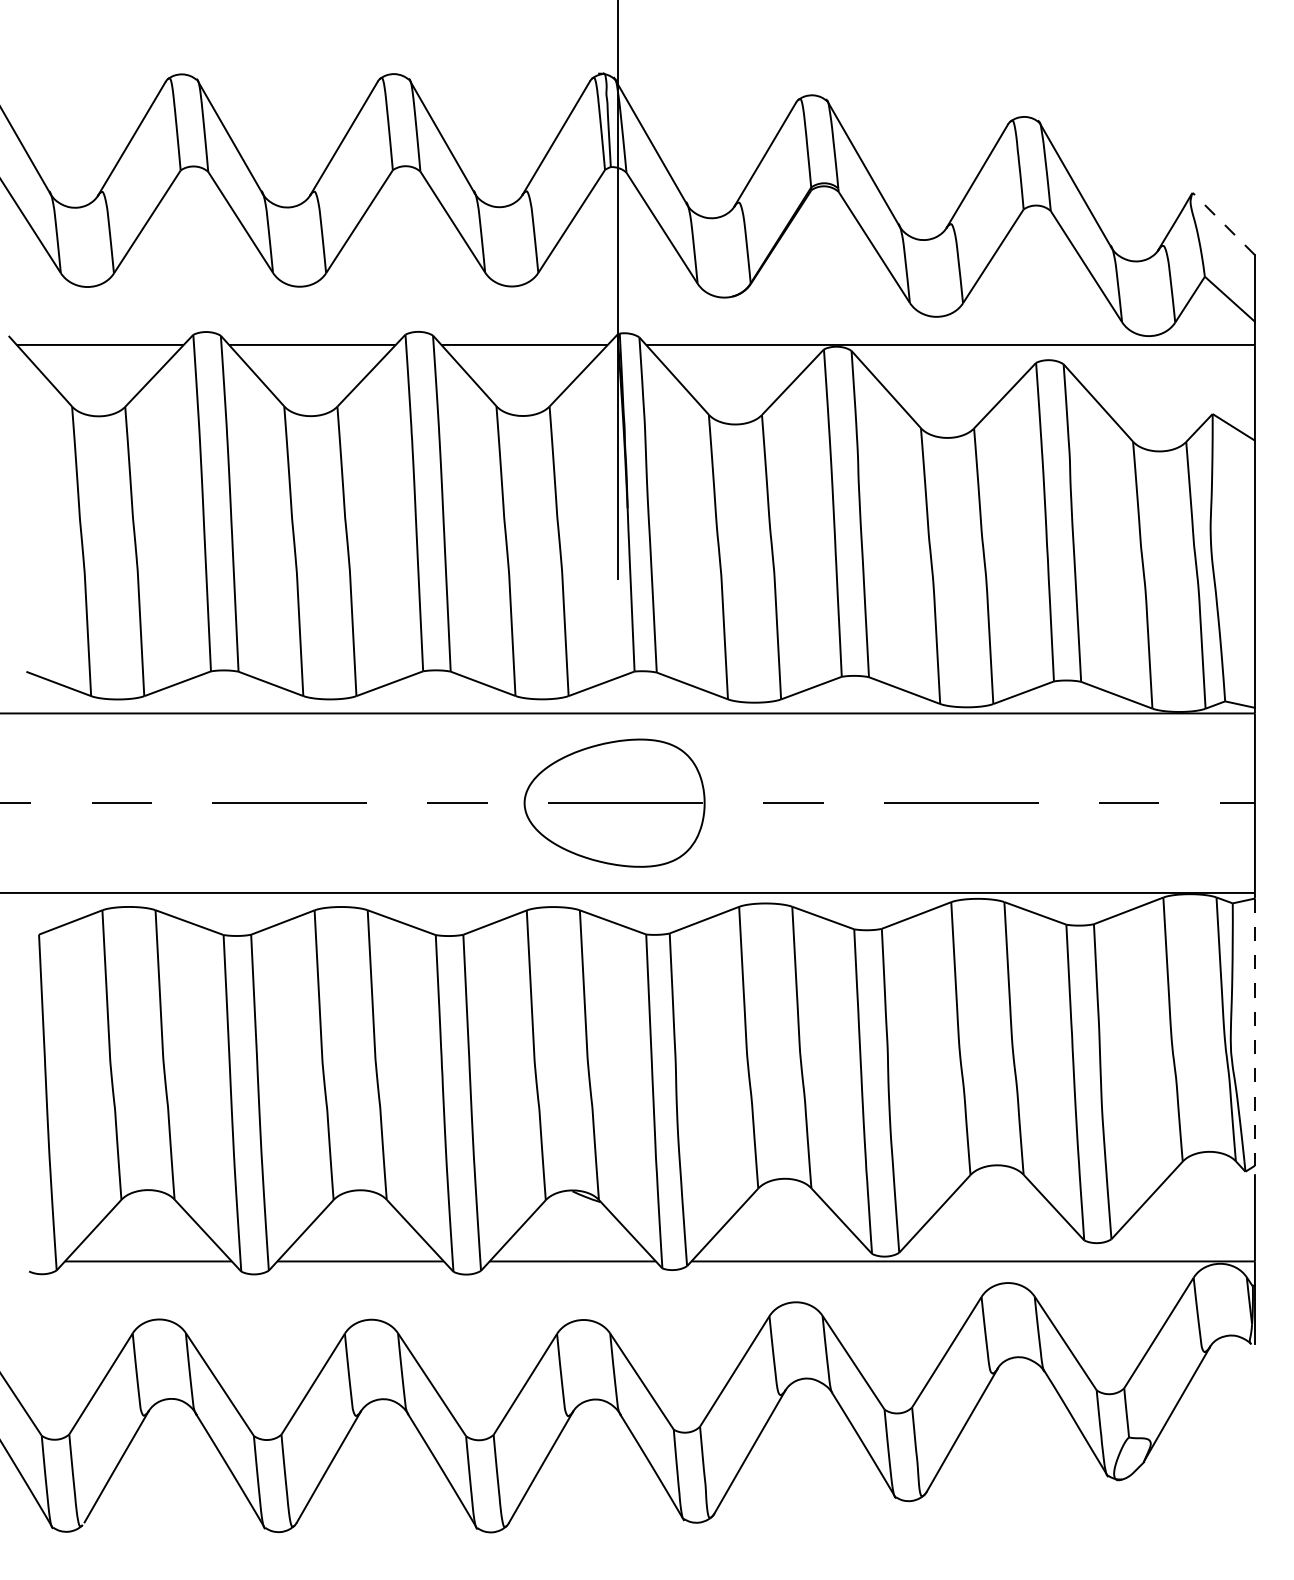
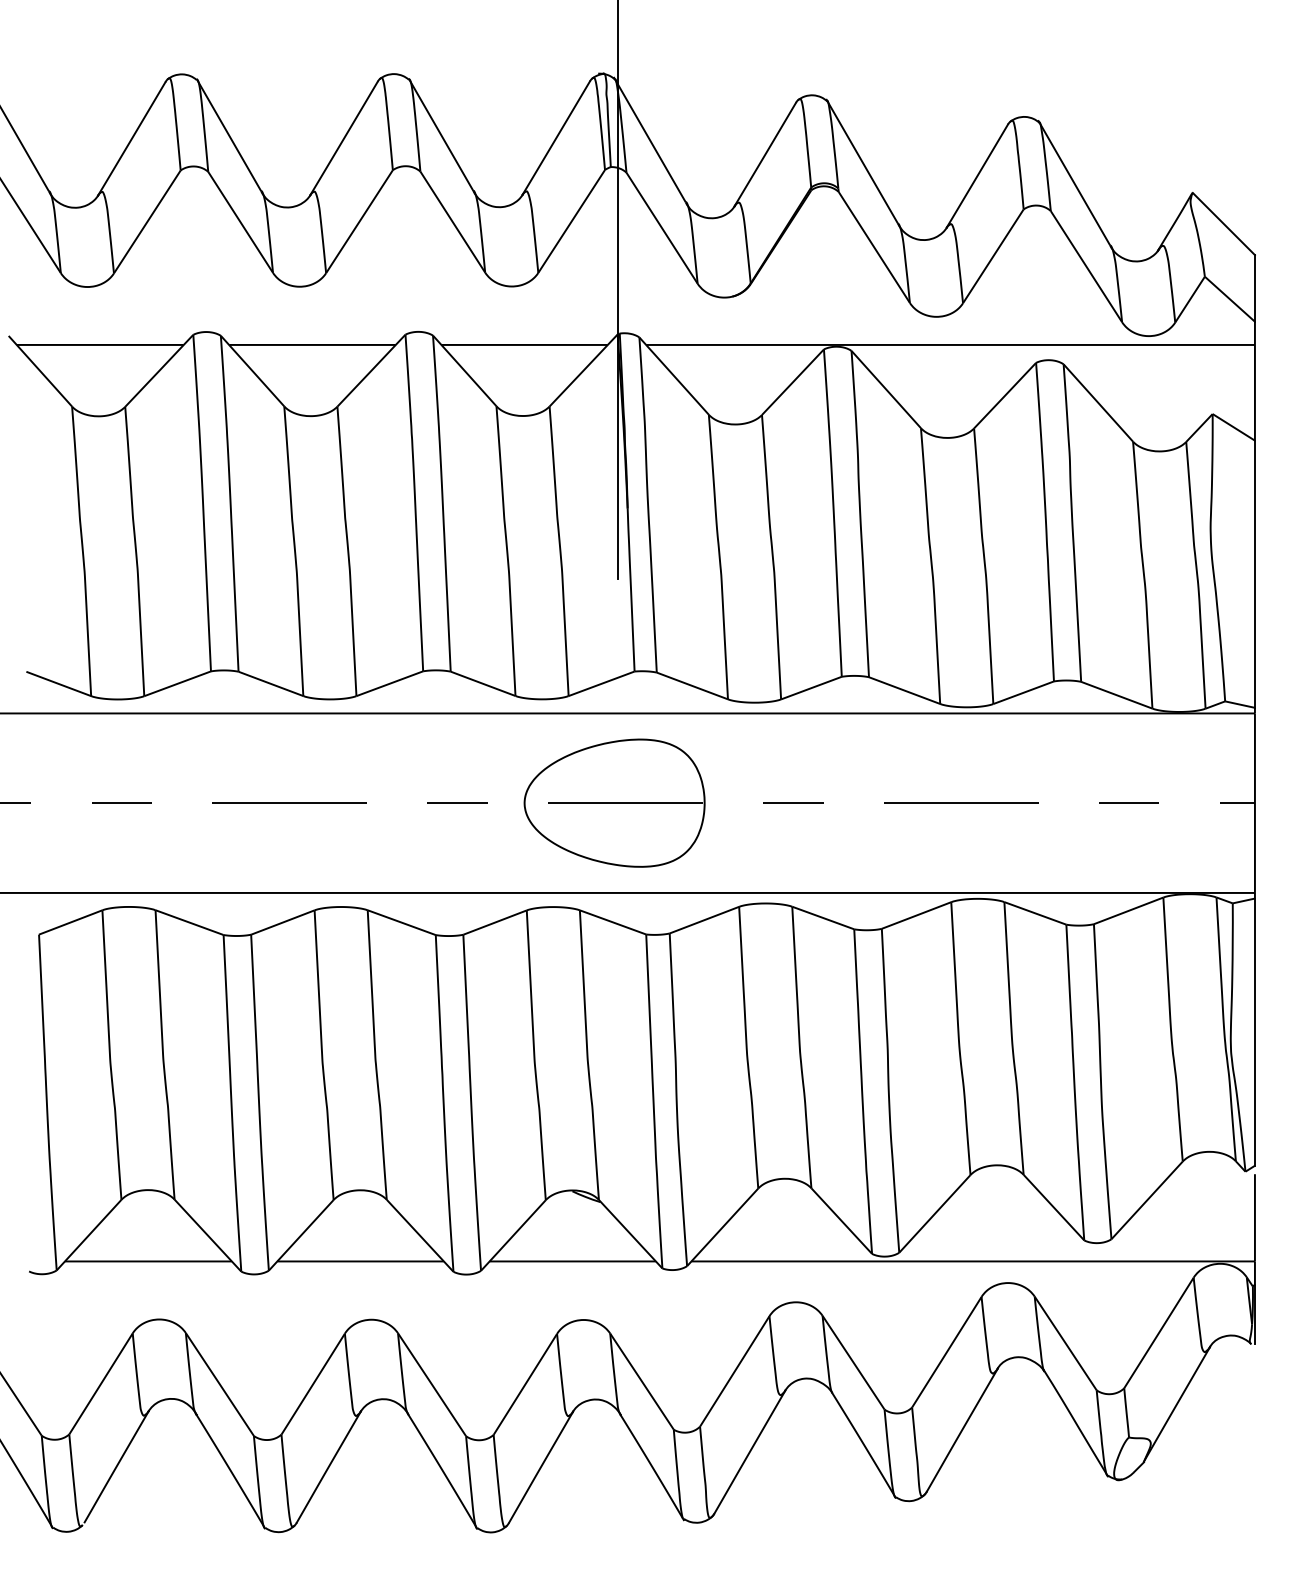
line at (1223, 224): dashed -> solid
line at (1254, 1032): dashed -> solid
